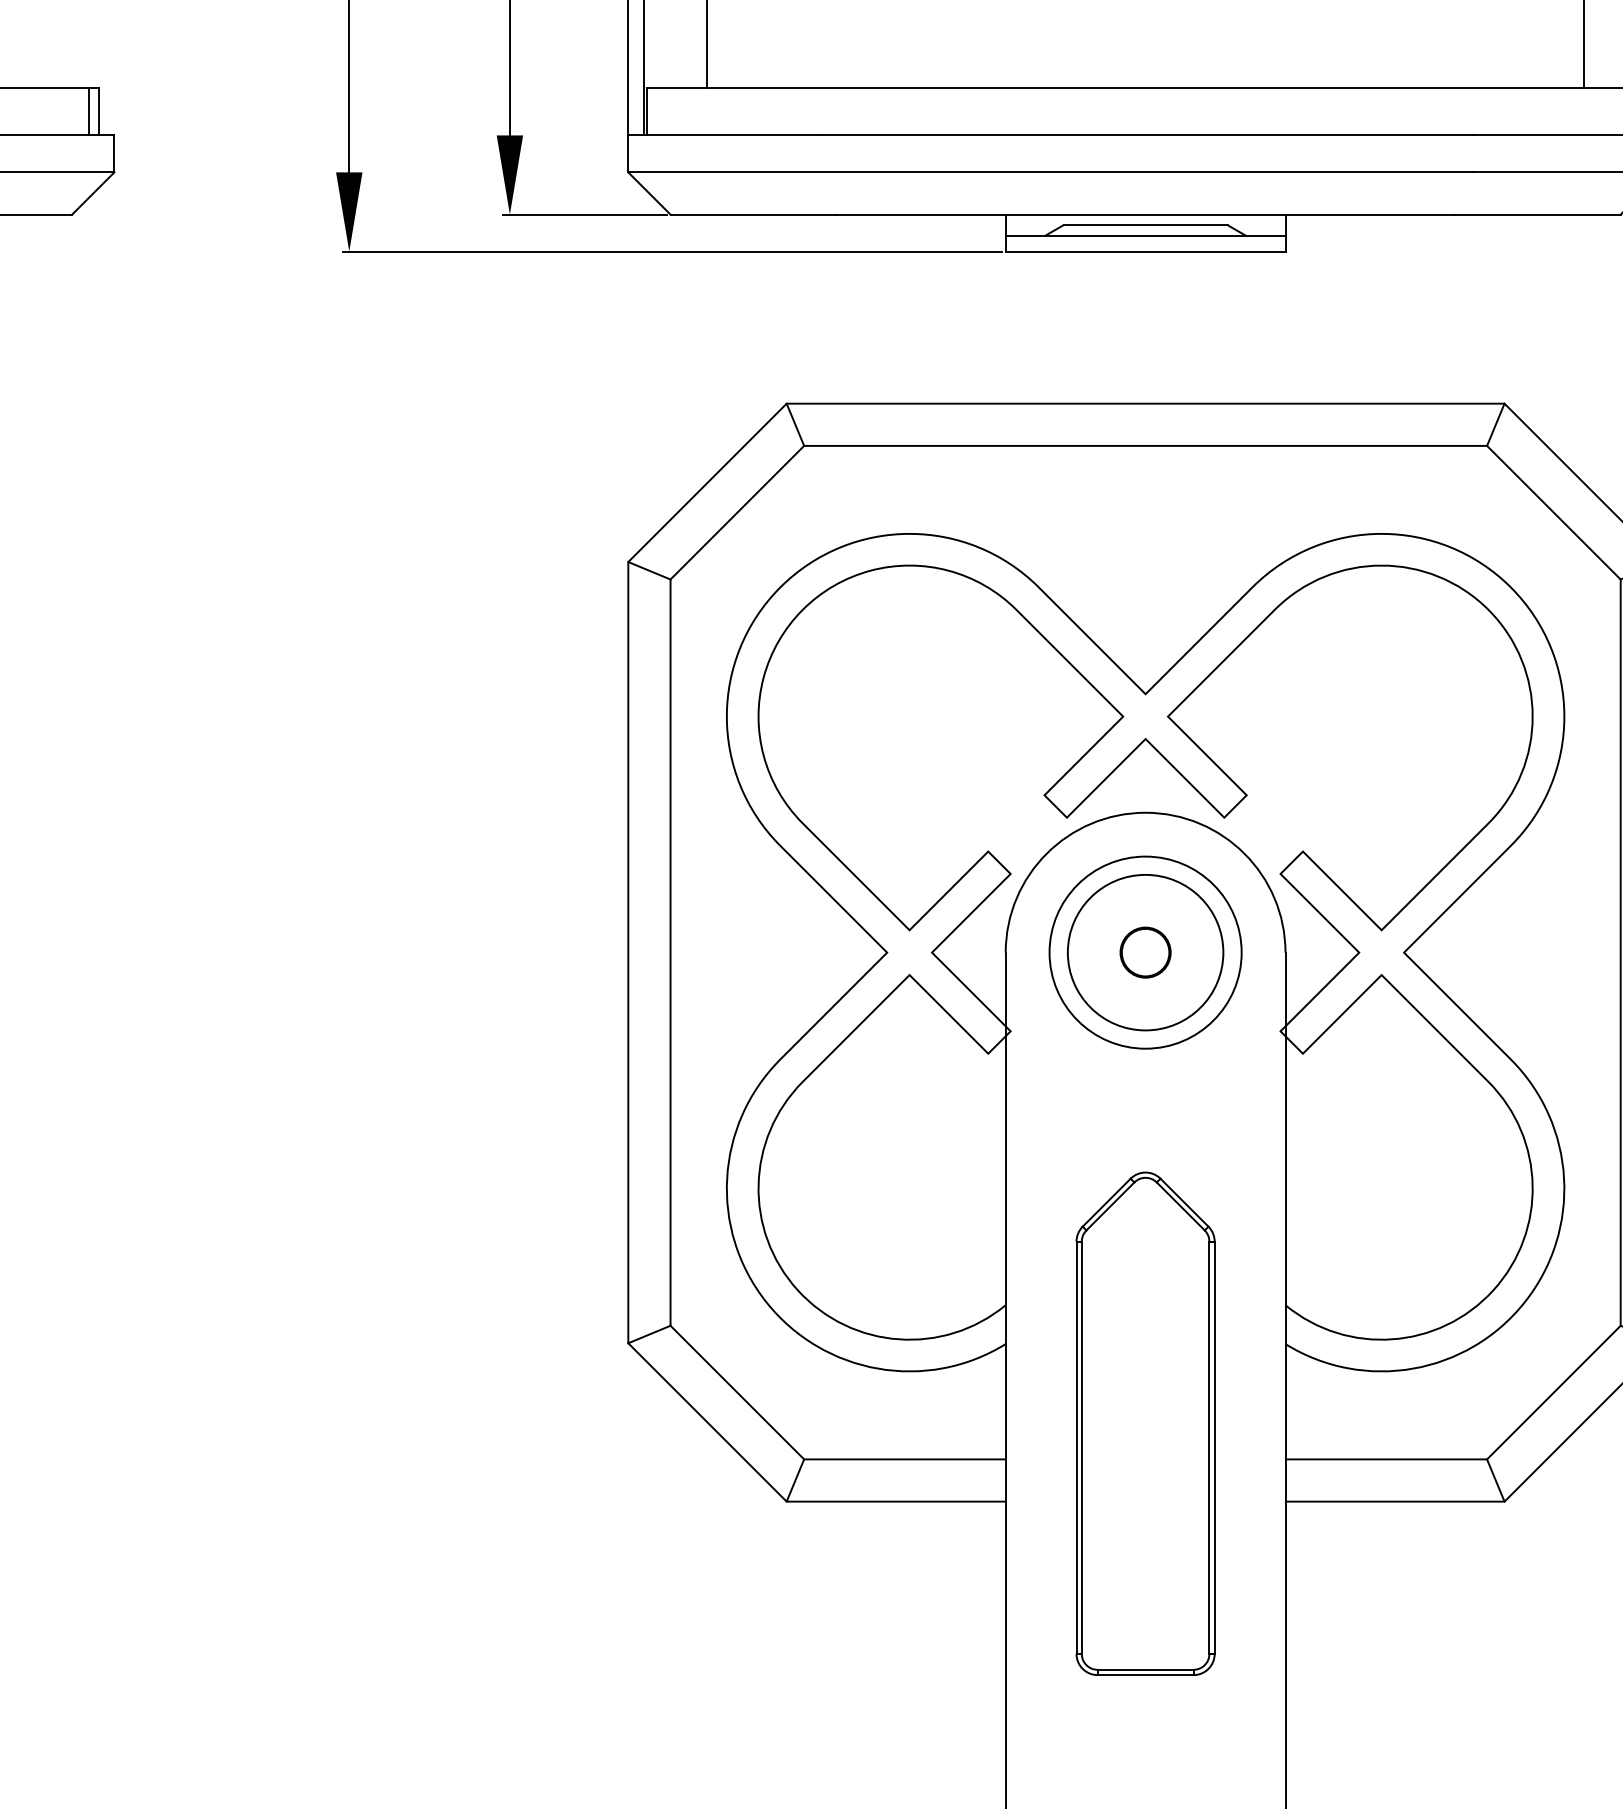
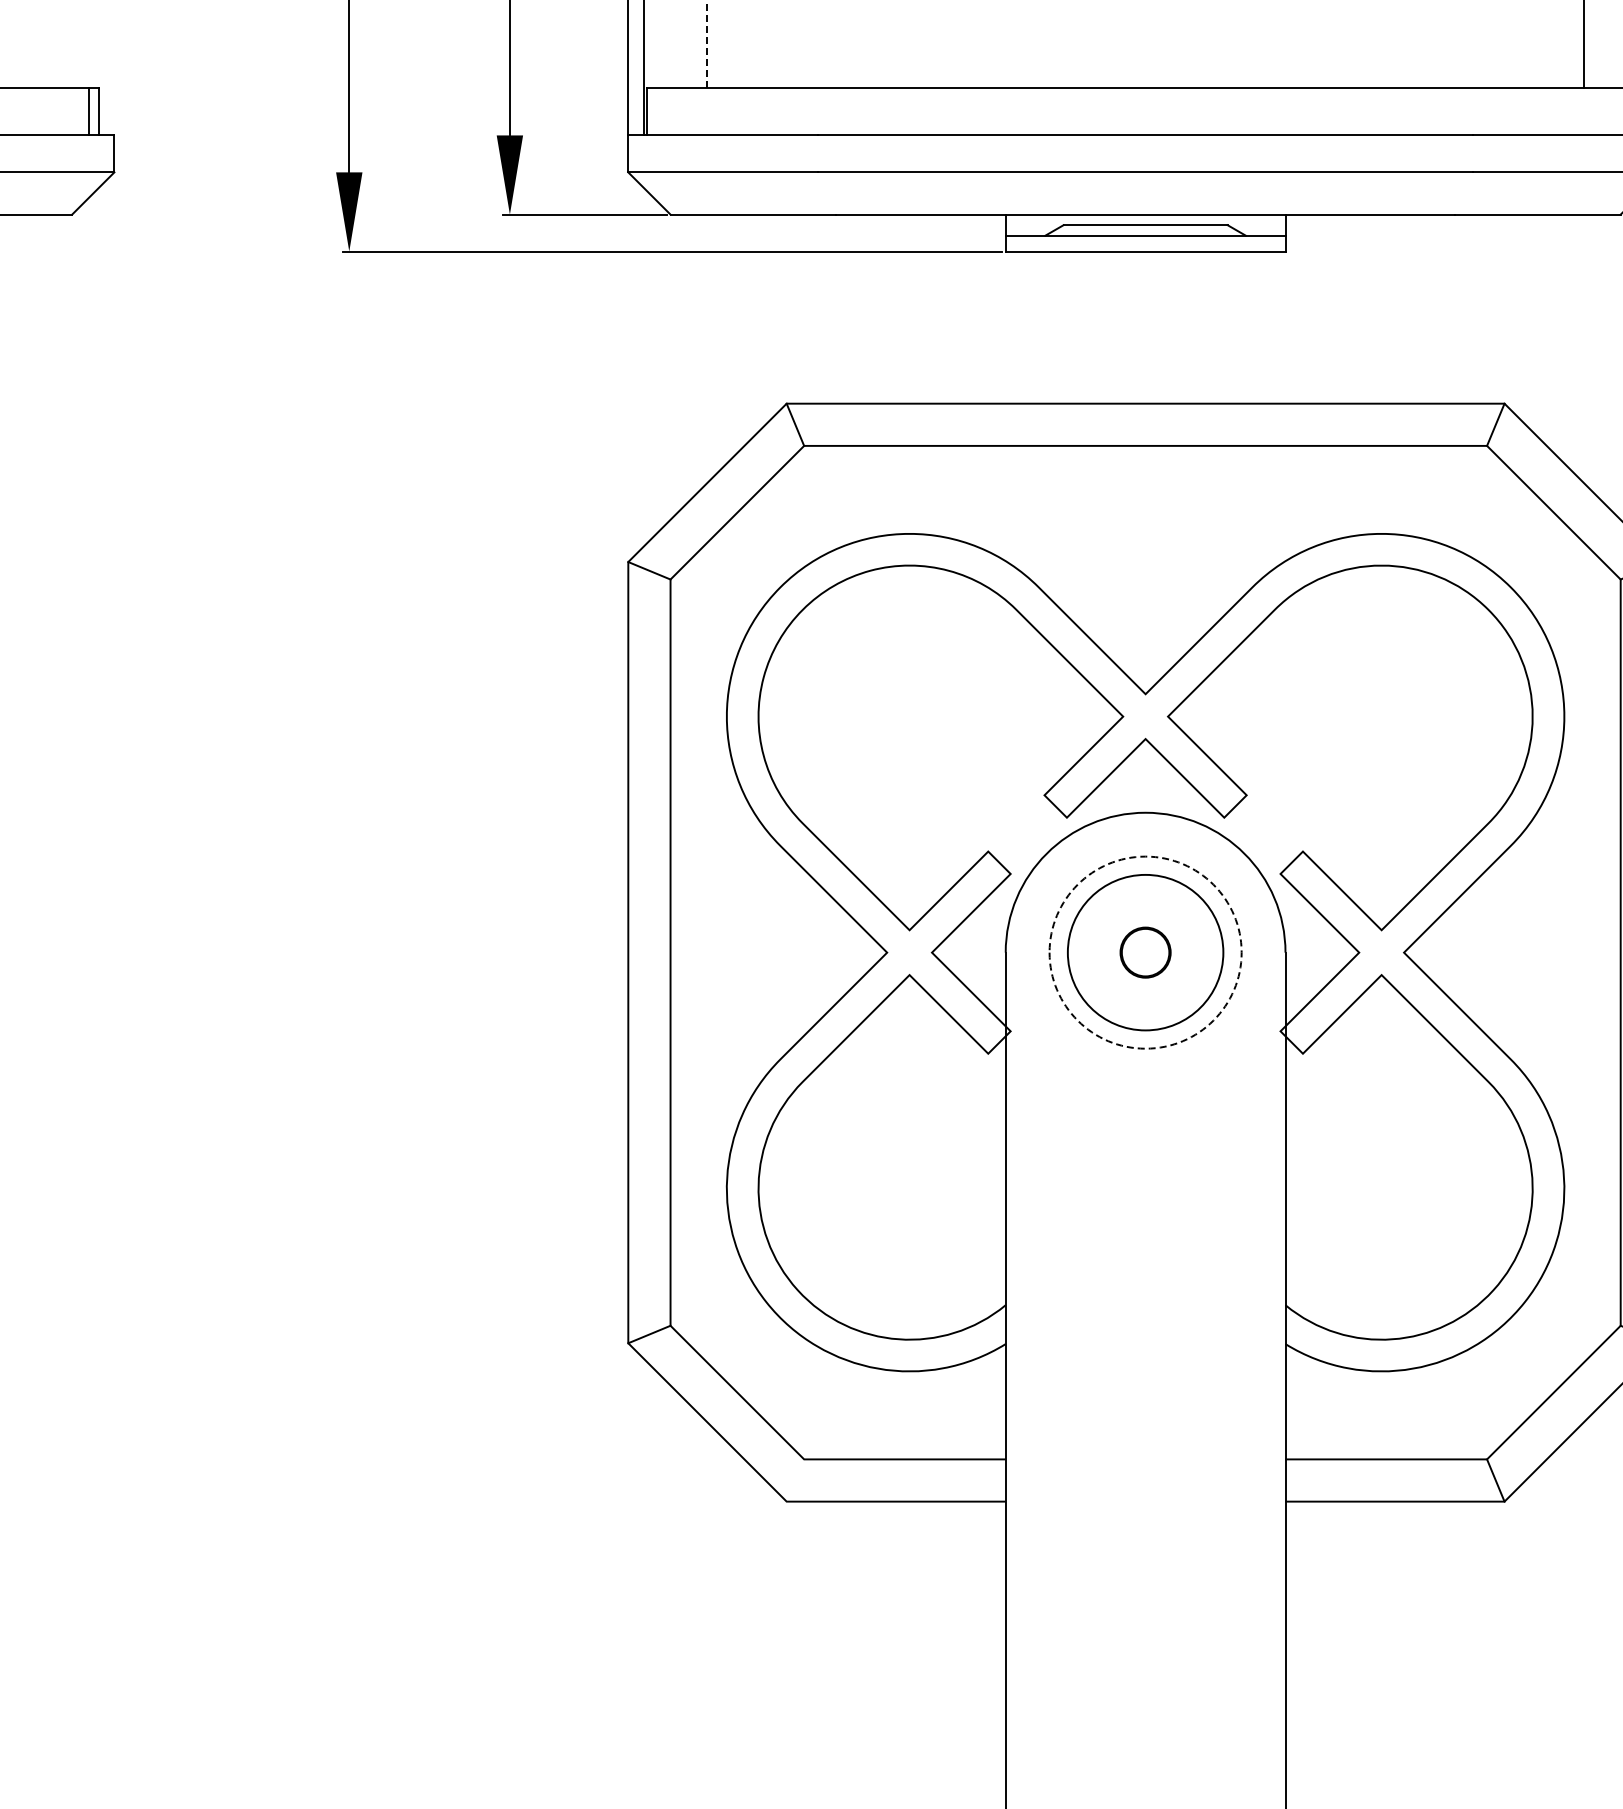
line at (707, 43): solid -> dashed
circle at (1145, 952): solid -> dashed
part at (1145, 1423): present -> none
line at (795, 1480): present -> none
